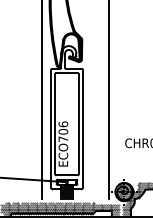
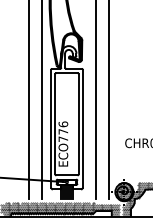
line at (28, 100): none -> present
line at (95, 100): none -> present
text at (63, 131): ECO706 -> ECO776
